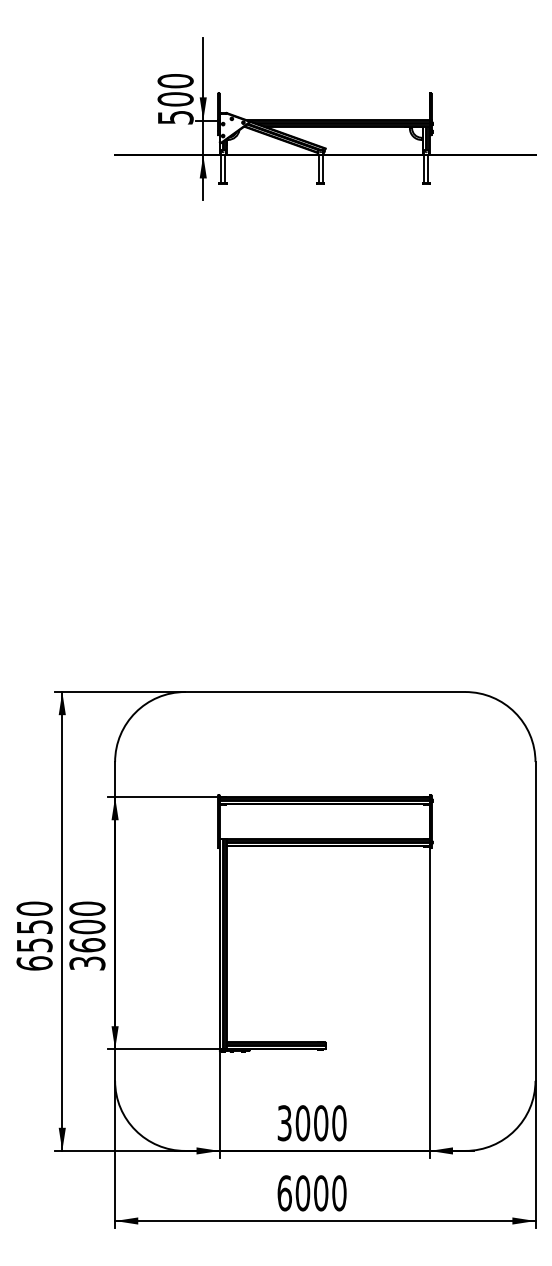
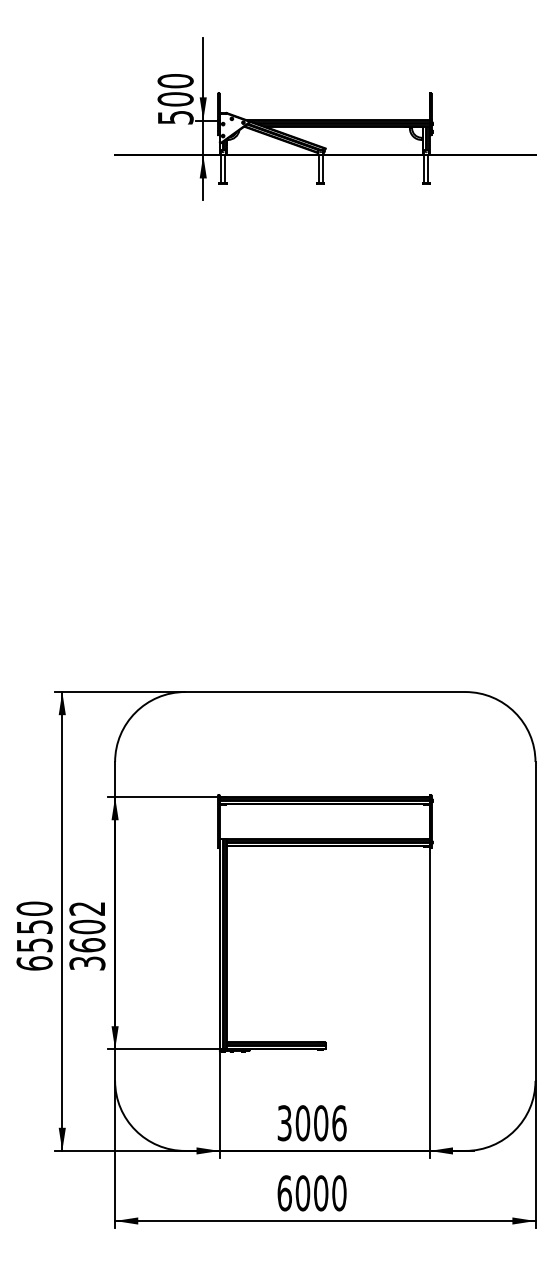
text at (87, 908): 3600 -> 3602
text at (339, 1123): 3000 -> 3006
